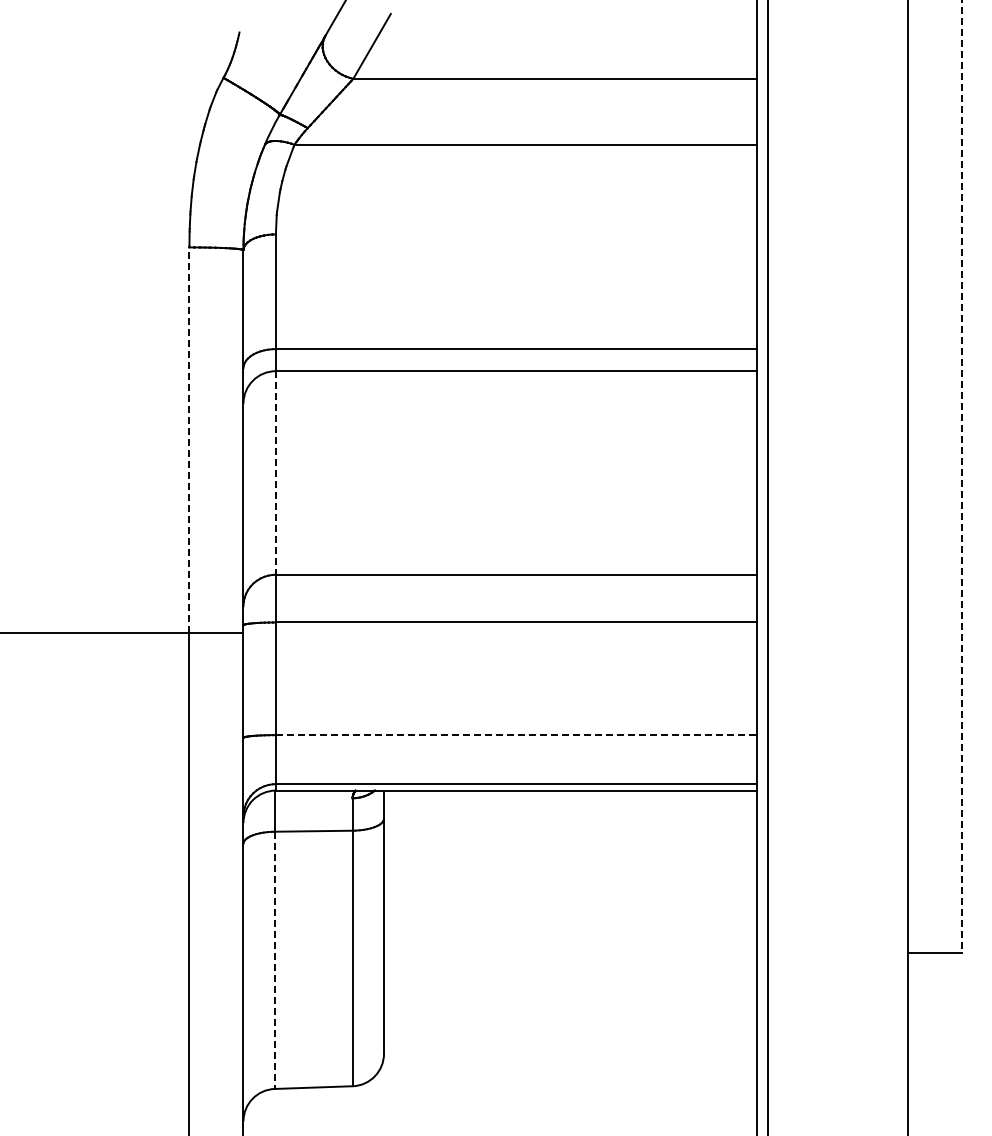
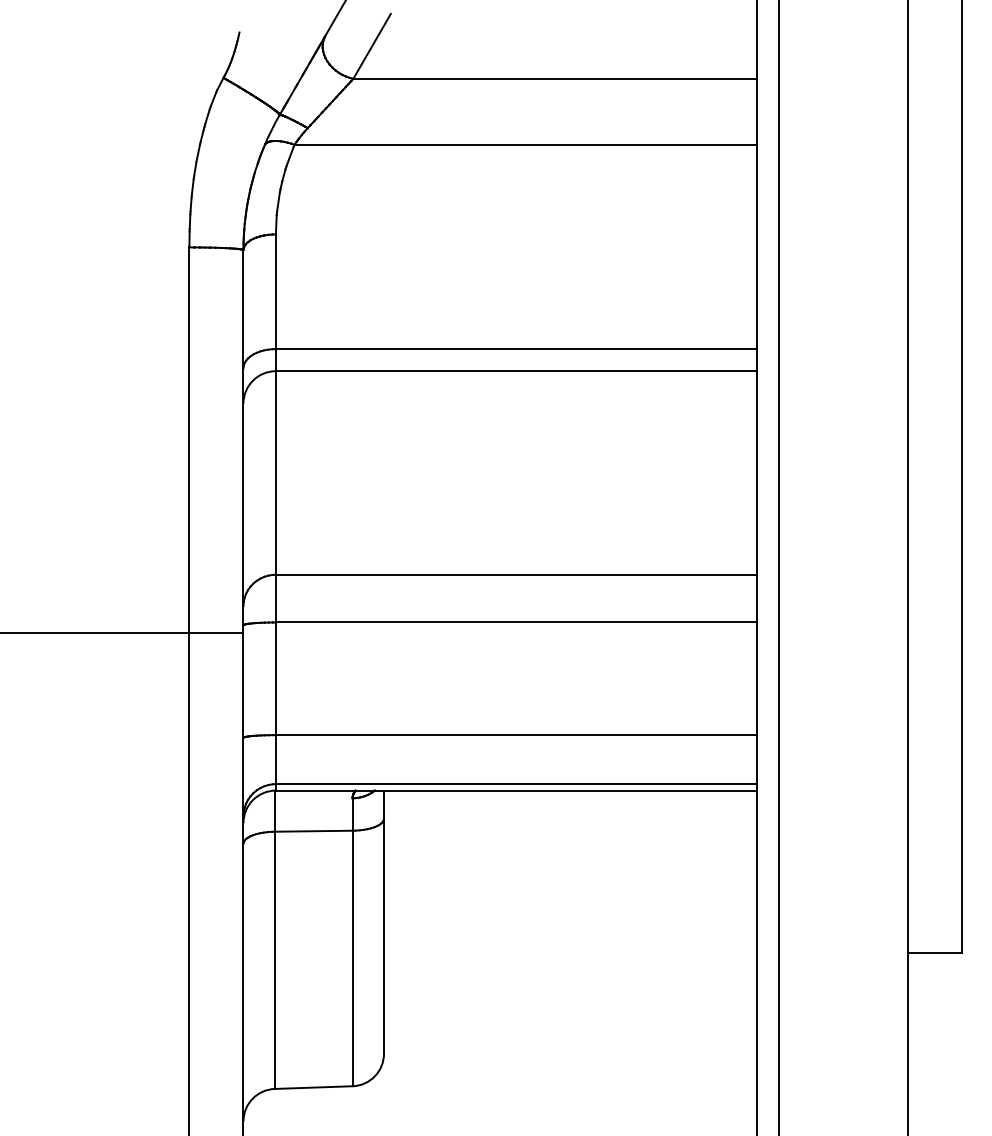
line at (189, 440): dashed -> solid
line at (275, 472): dashed -> solid
line at (962, 476): dashed -> solid
line at (767, 567) position: (767, 567) -> (778, 567)
line at (516, 735): dashed -> solid
line at (274, 960): dashed -> solid
